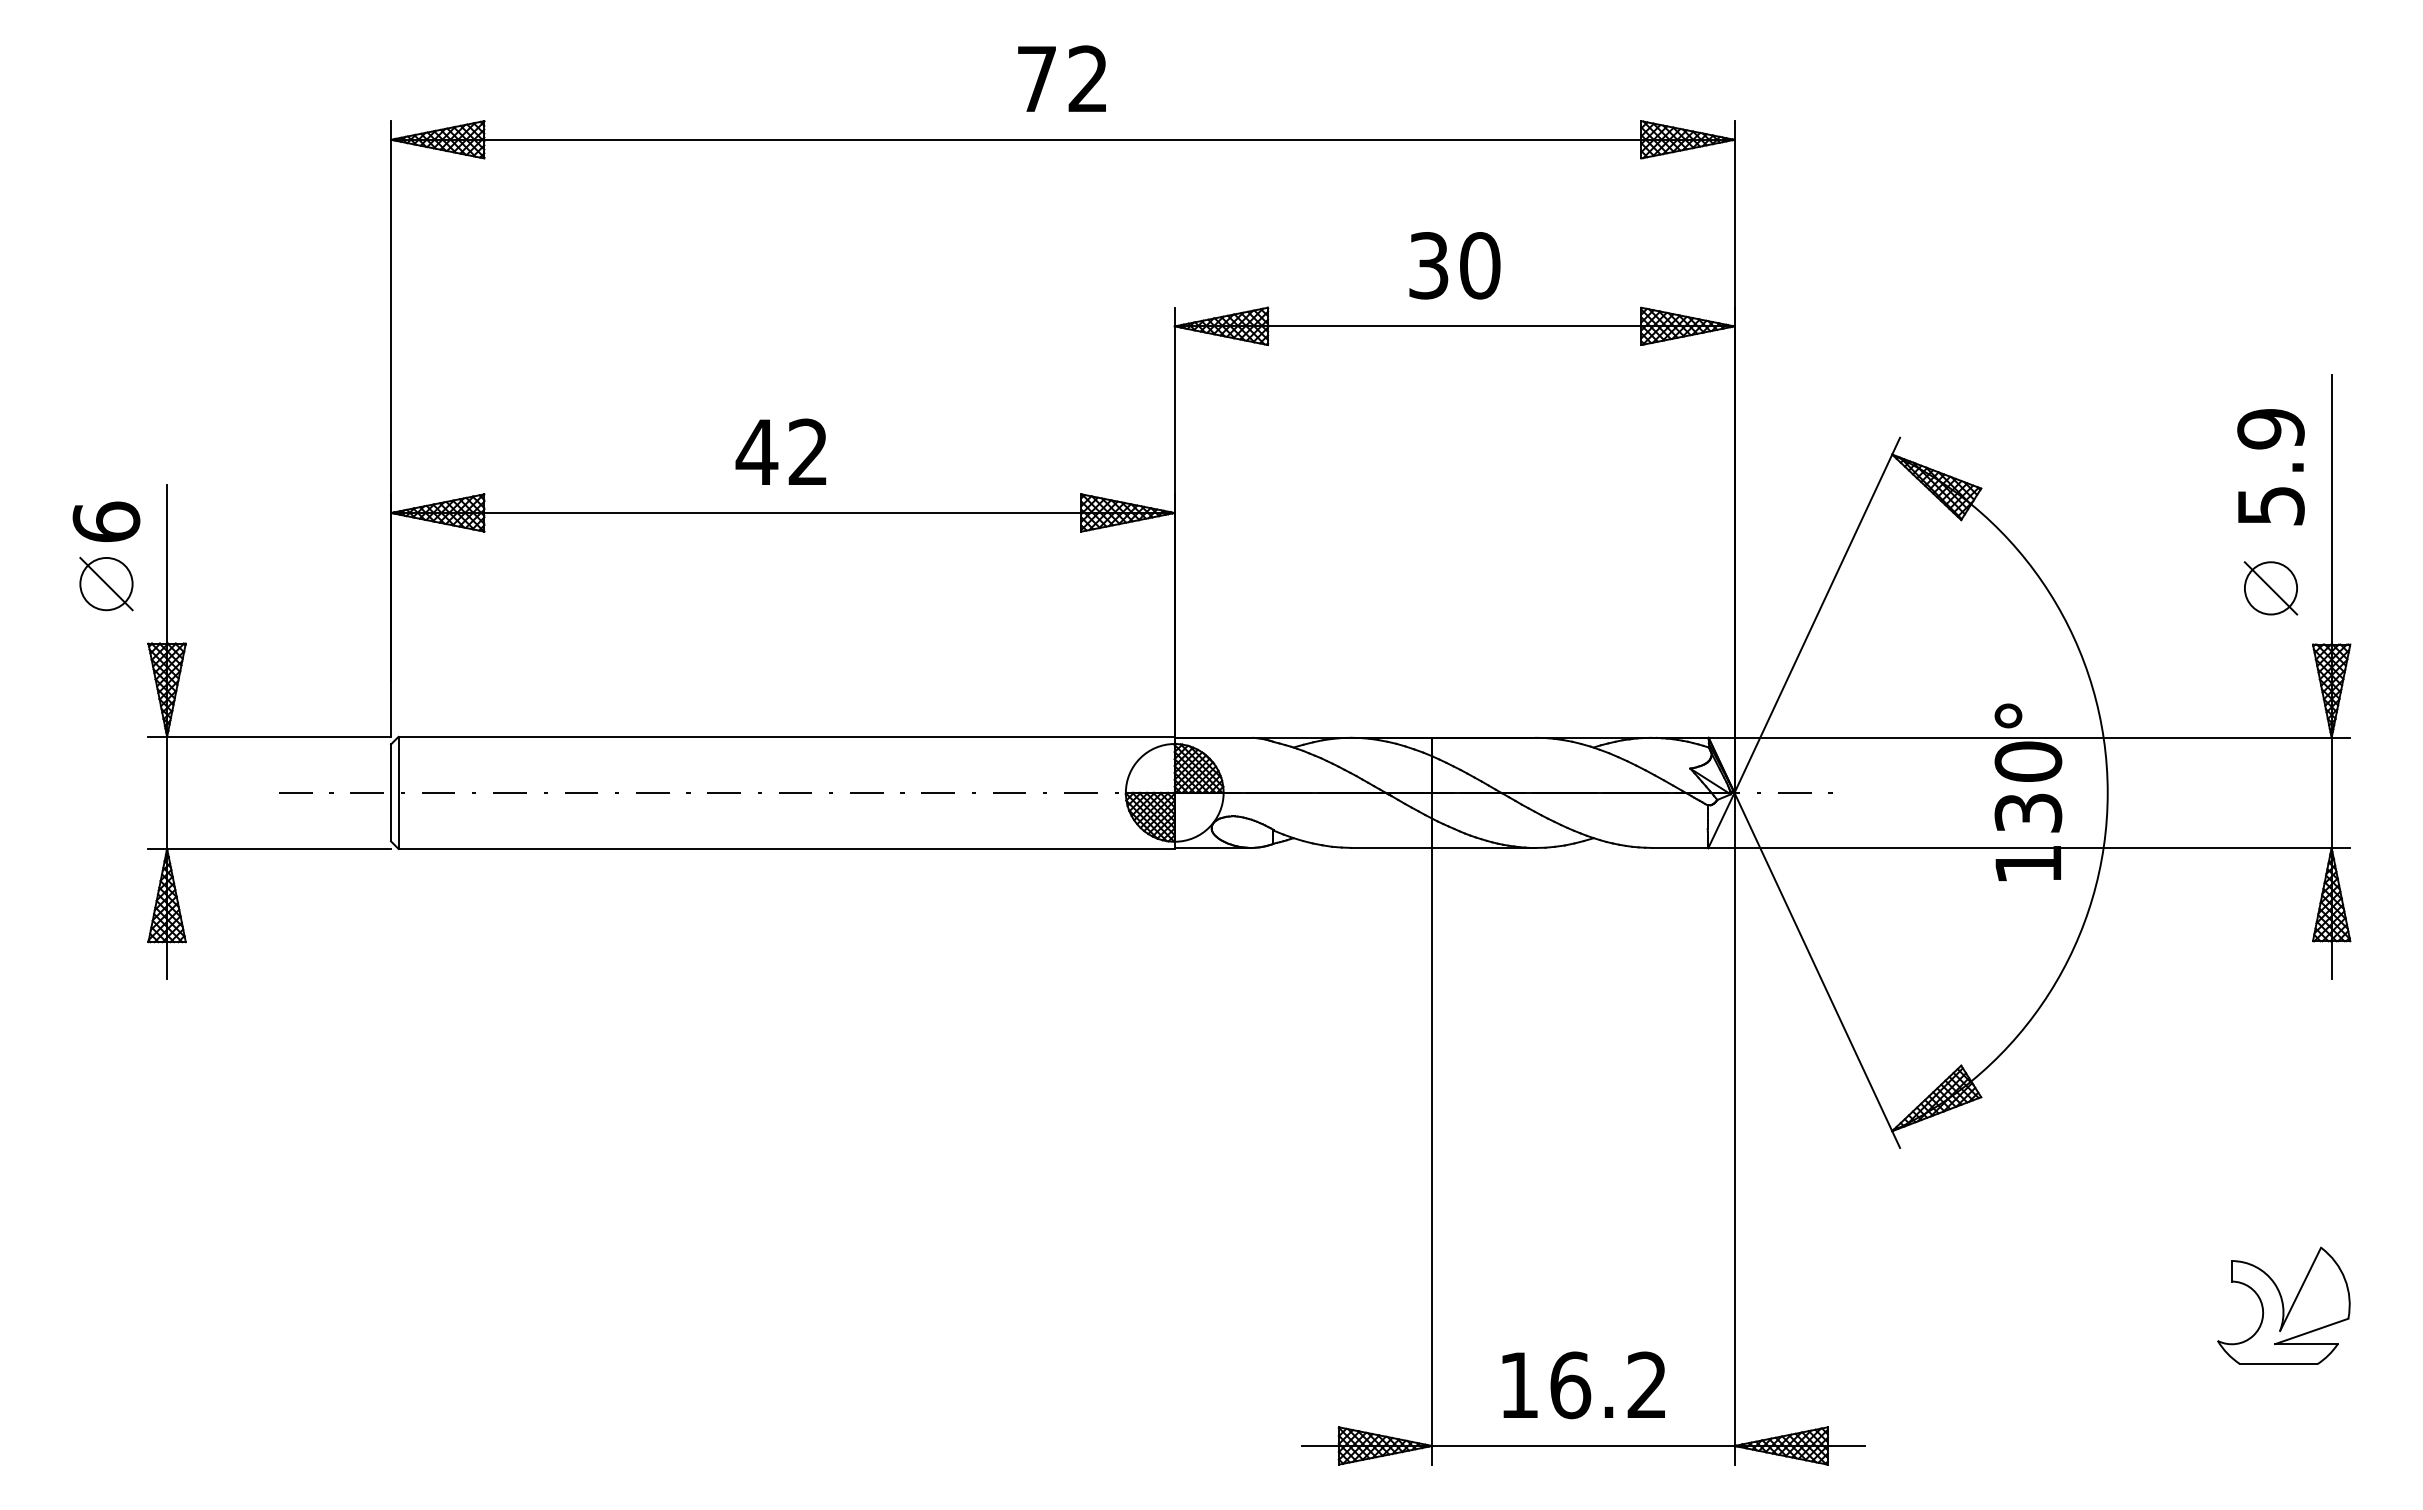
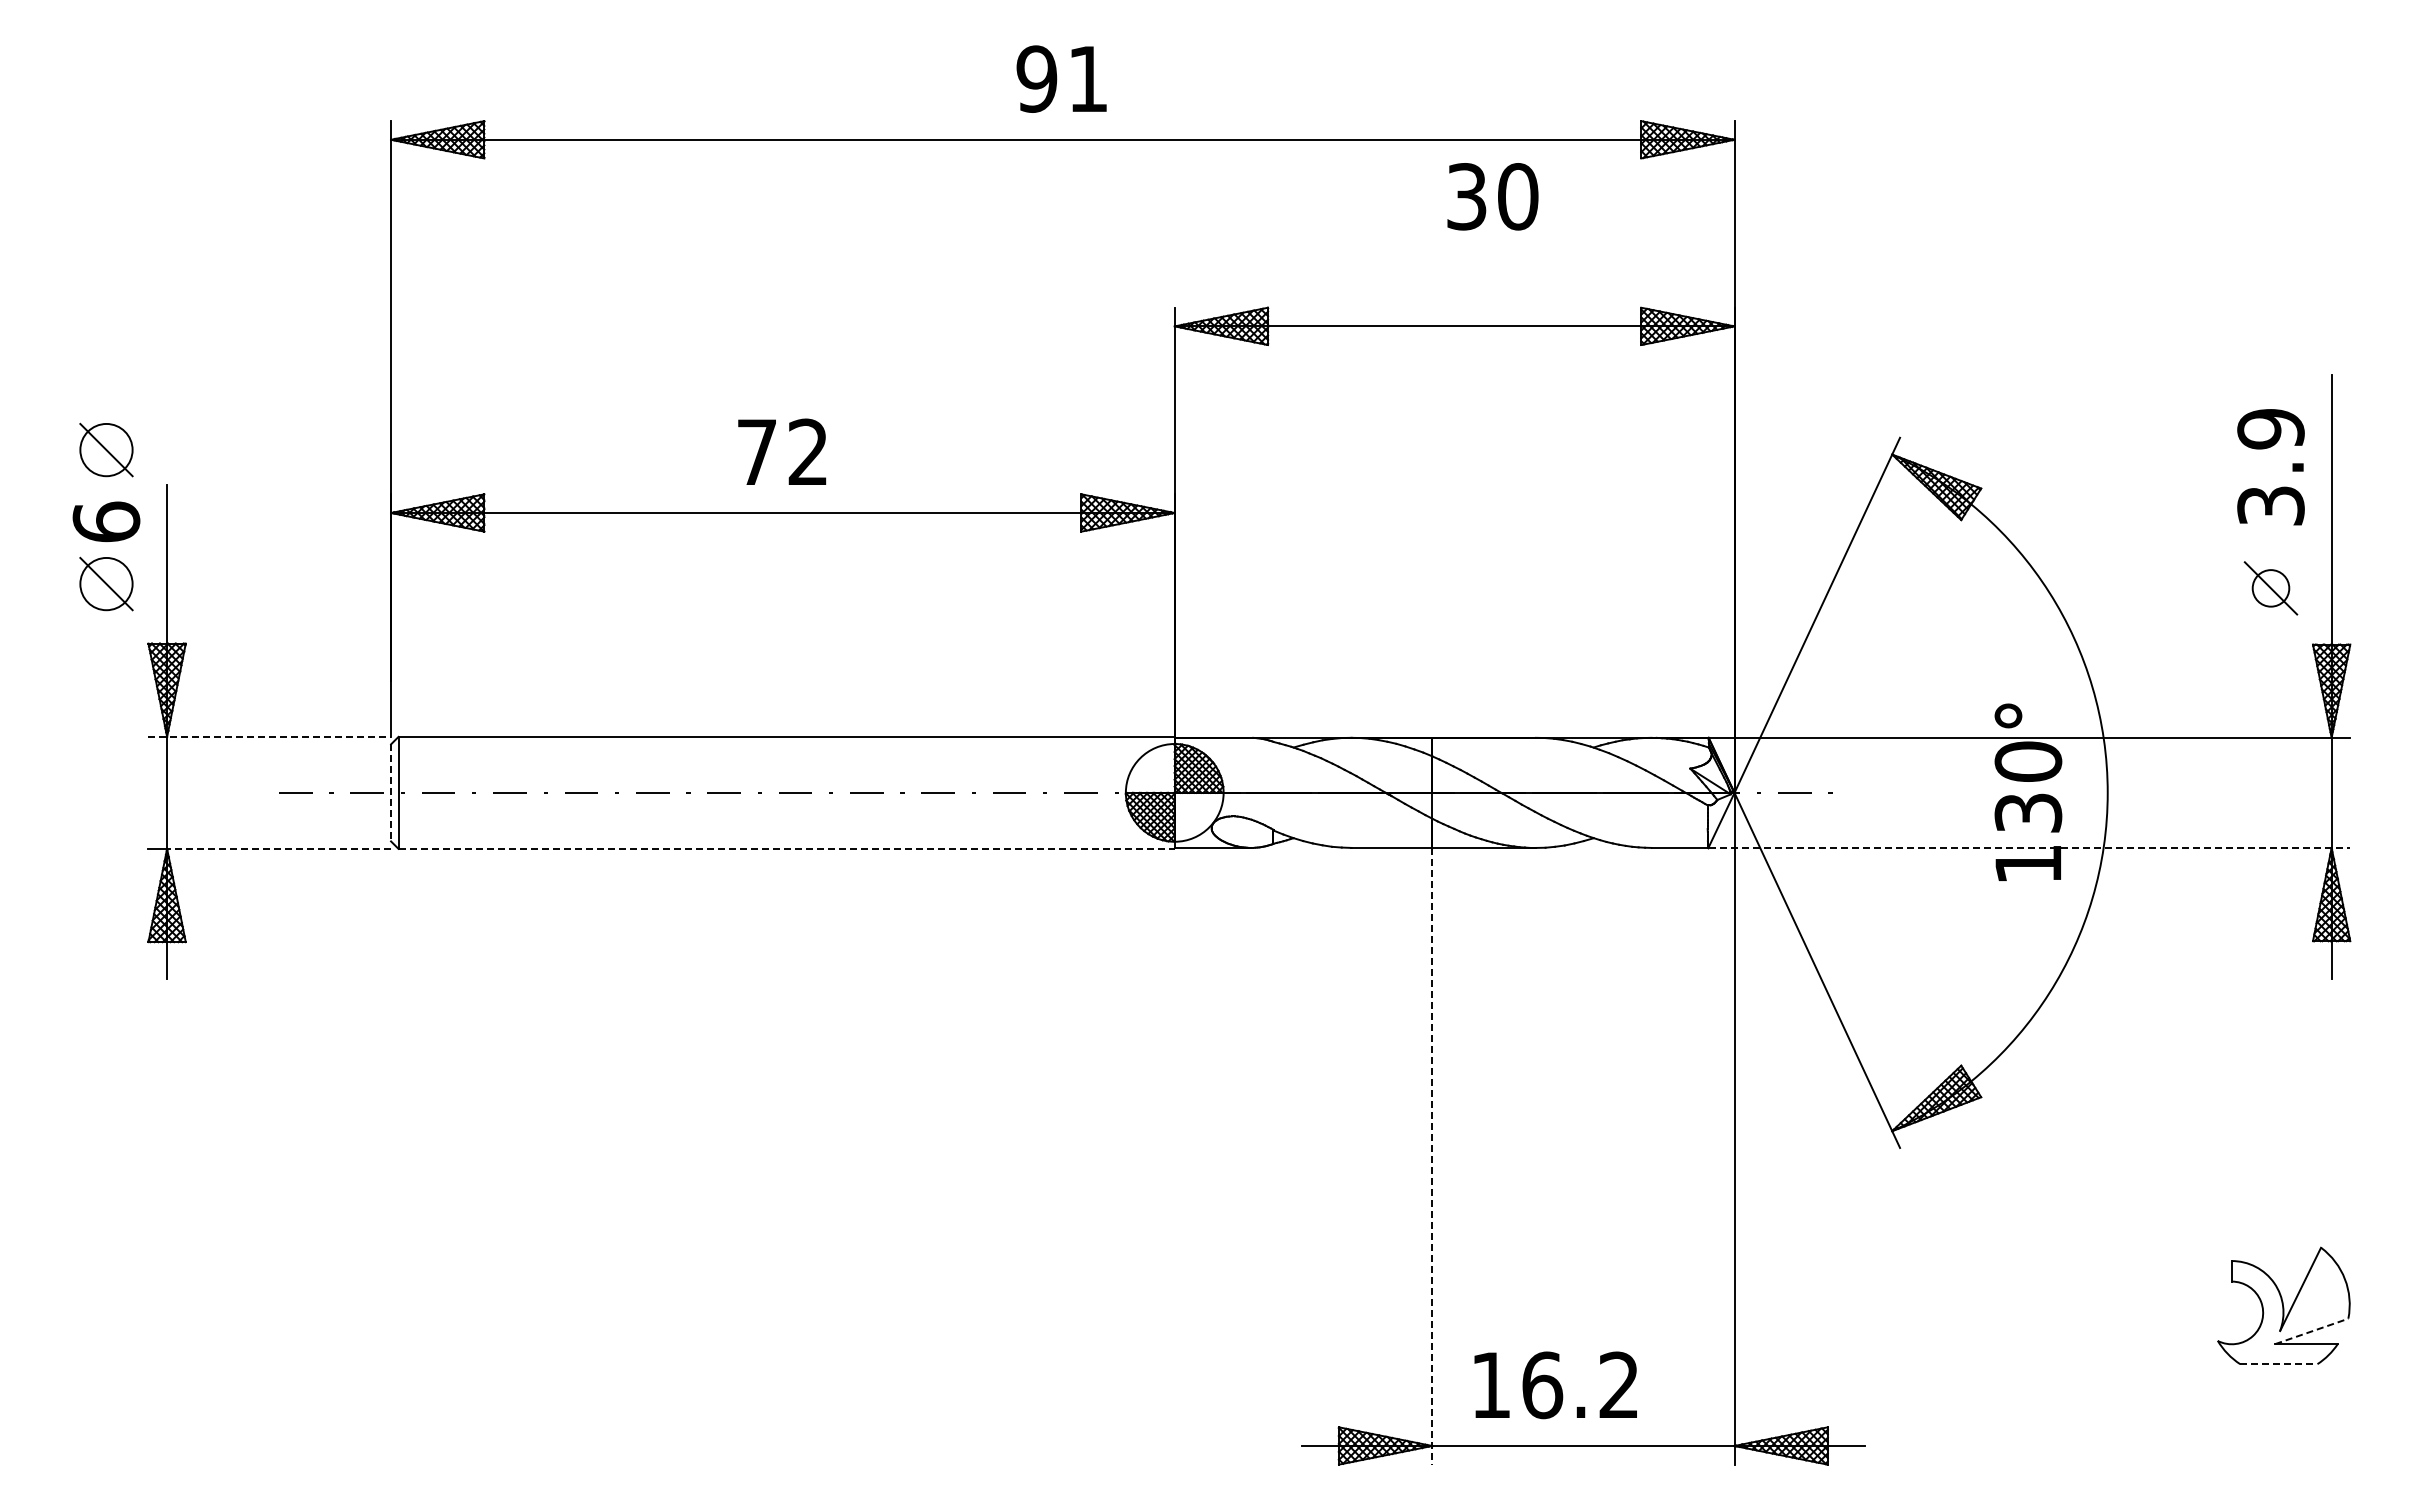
text at (1061, 78): 72 -> 91
text at (1454, 265) position: (1454, 265) -> (1492, 196)
part at (106, 449): none -> present
text at (756, 451): 42 -> 72
text at (2270, 505): 5.9 -> 3.9
circle at (2270, 588) diameter: 52 px -> 37 px
line at (270, 736): solid -> dashed
line at (391, 792): solid -> dashed
line at (2029, 847): solid -> dashed
line at (279, 848): solid -> dashed
line at (787, 848): solid -> dashed
line at (1432, 1156): solid -> dashed
line at (2311, 1331): solid -> dashed
line at (2278, 1364): solid -> dashed
text at (1583, 1385) position: (1583, 1385) -> (1555, 1385)
